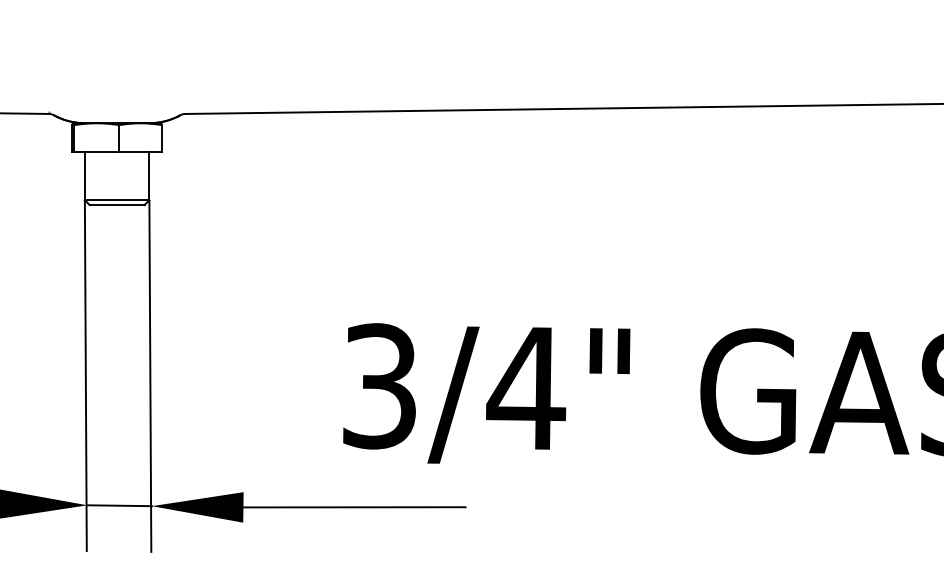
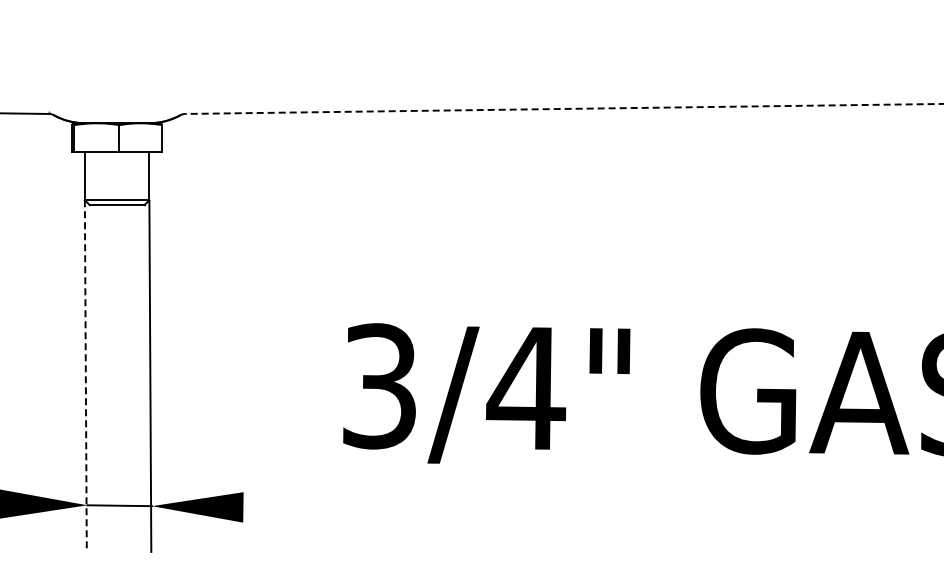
line at (563, 108): solid -> dashed
line at (85, 376): solid -> dashed
line at (354, 507): present -> none
